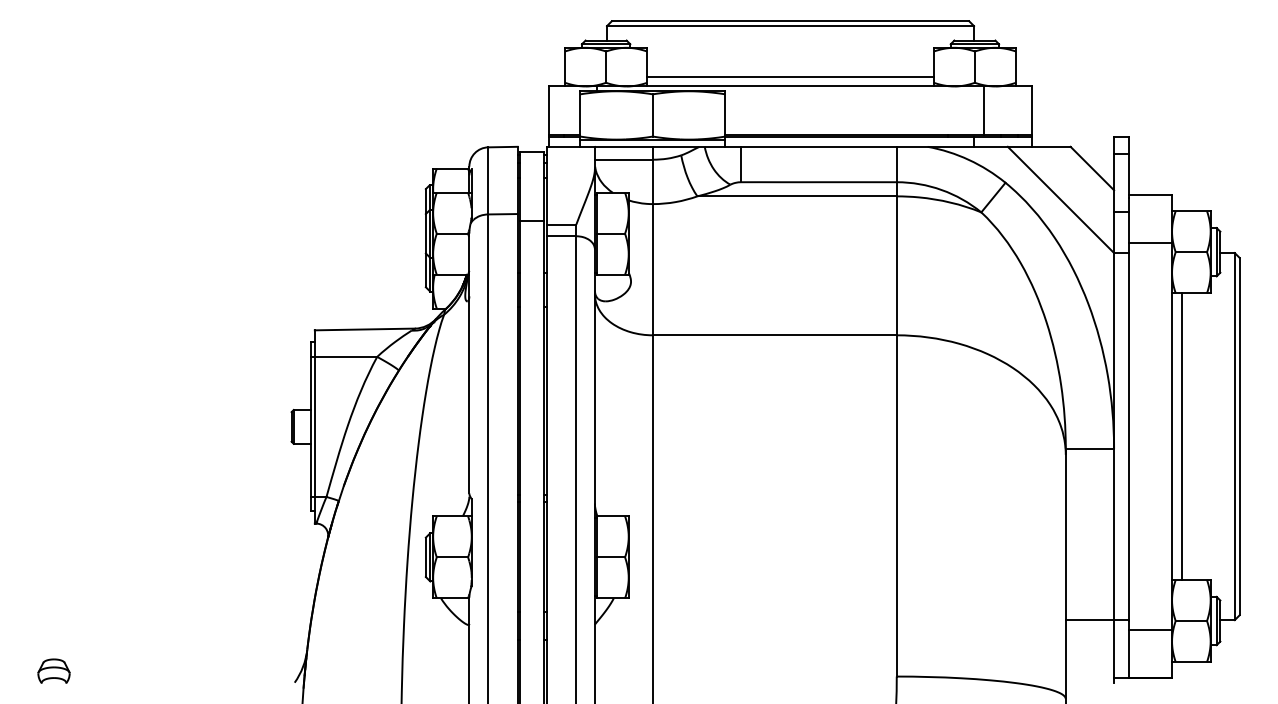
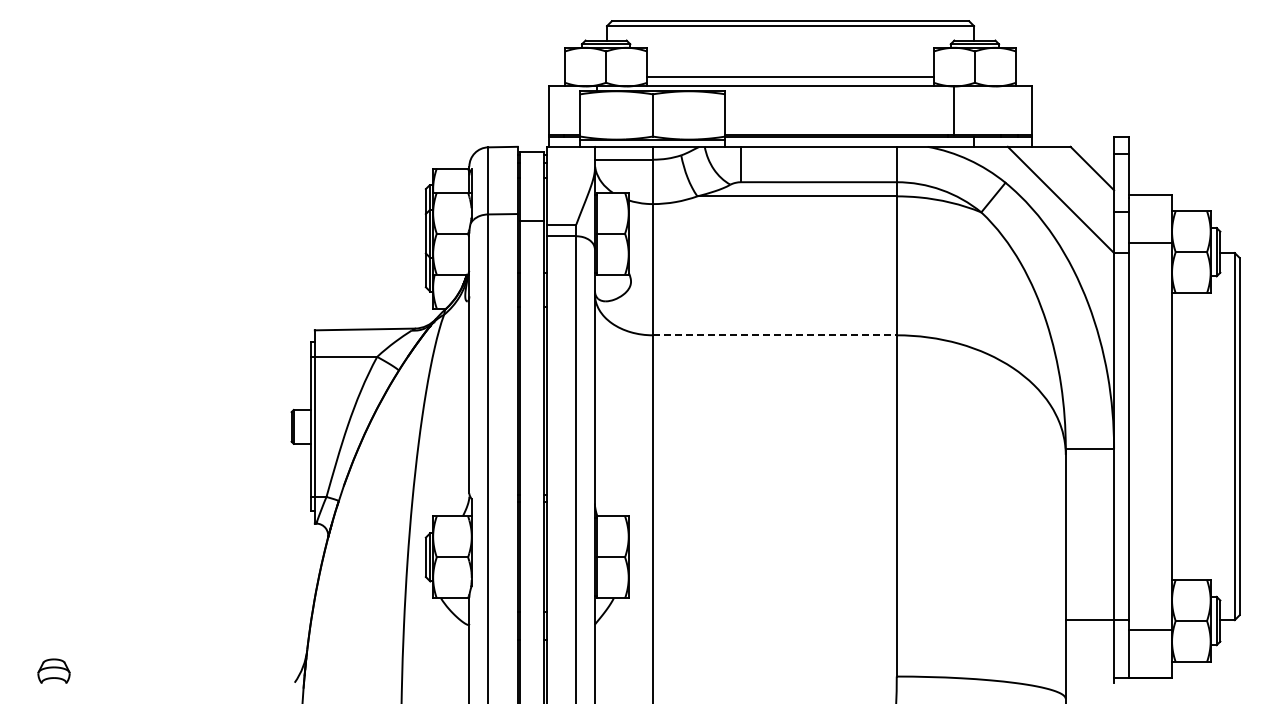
line at (983, 110) position: (983, 110) -> (953, 110)
line at (774, 335): solid -> dashed
line at (1181, 436): present -> none
